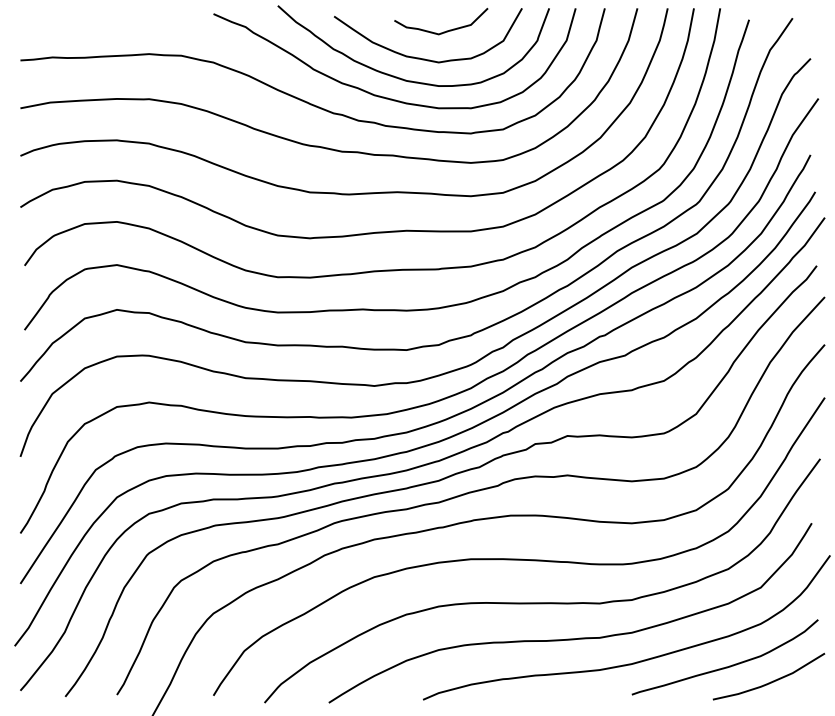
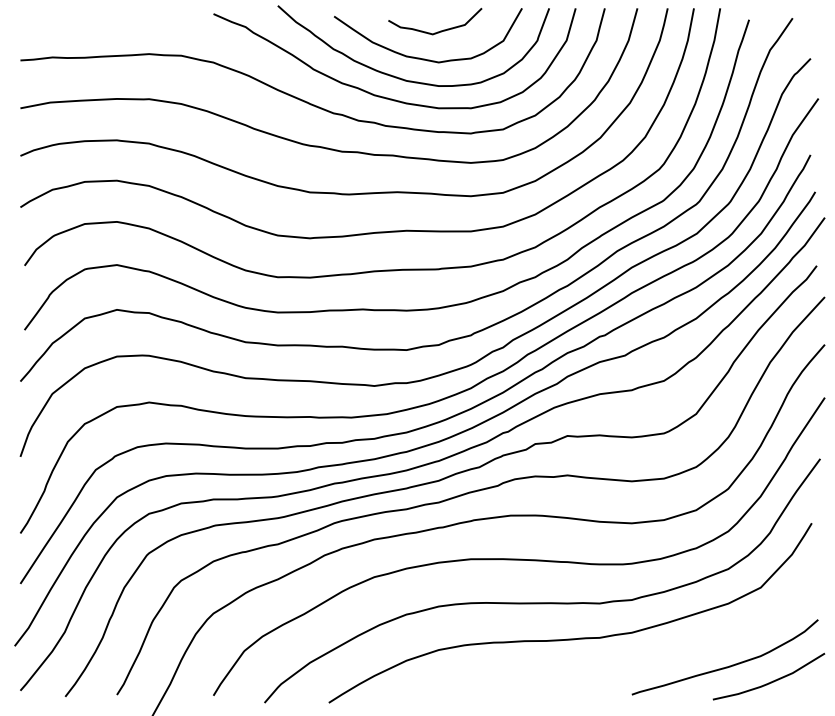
curve at (443, 31) position: (443, 31) -> (437, 31)
curve at (636, 661): present -> none
